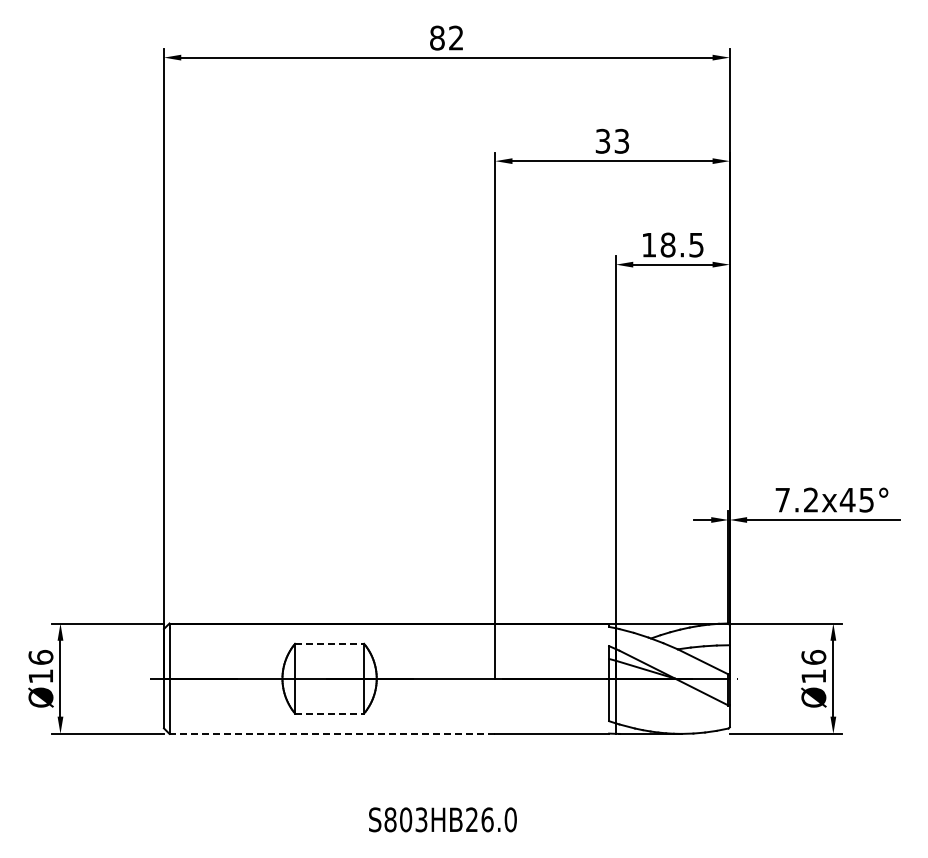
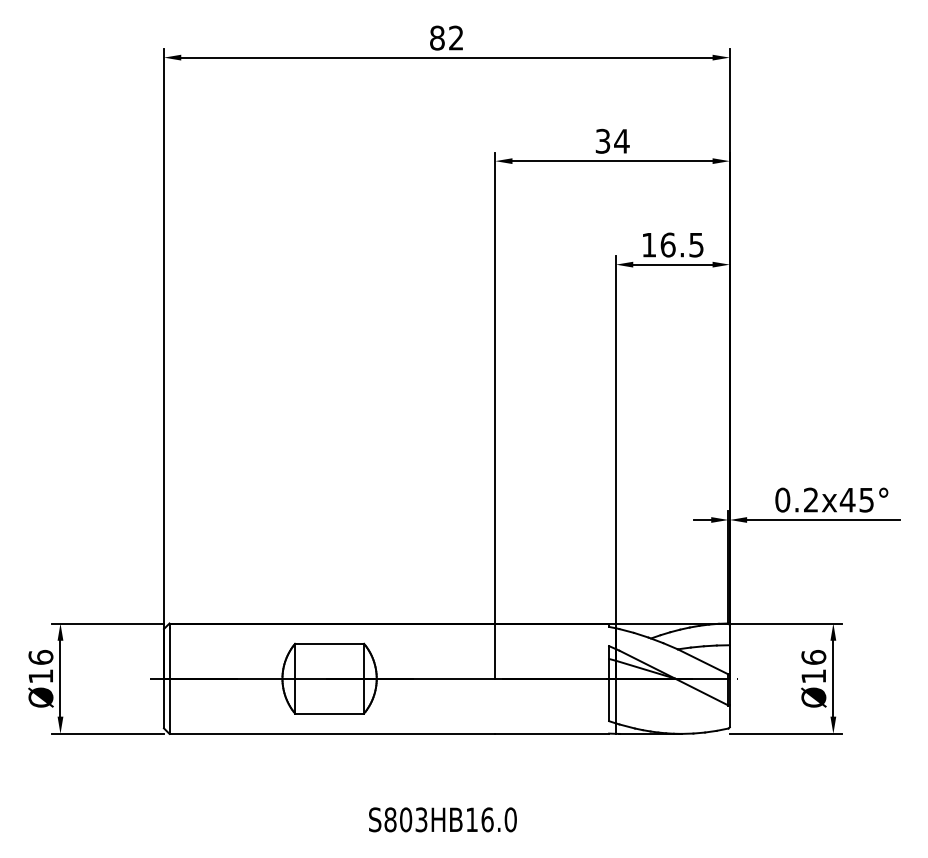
text at (621, 140): 33 -> 34
text at (667, 244): 18.5 -> 16.5
text at (782, 499): 7.2x45° -> 0.2x45°
line at (329, 643): dashed -> solid
line at (329, 713): dashed -> solid
line at (332, 733): dashed -> solid
text at (471, 819): S803HB26.0 -> S803HB16.0
